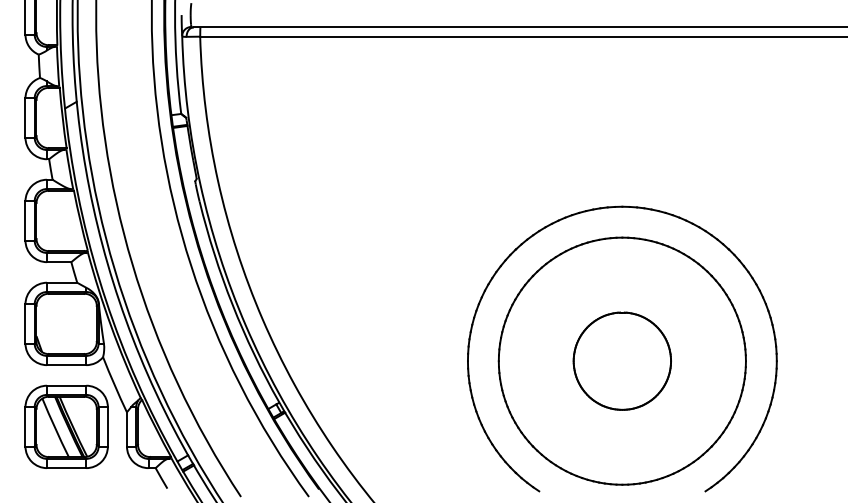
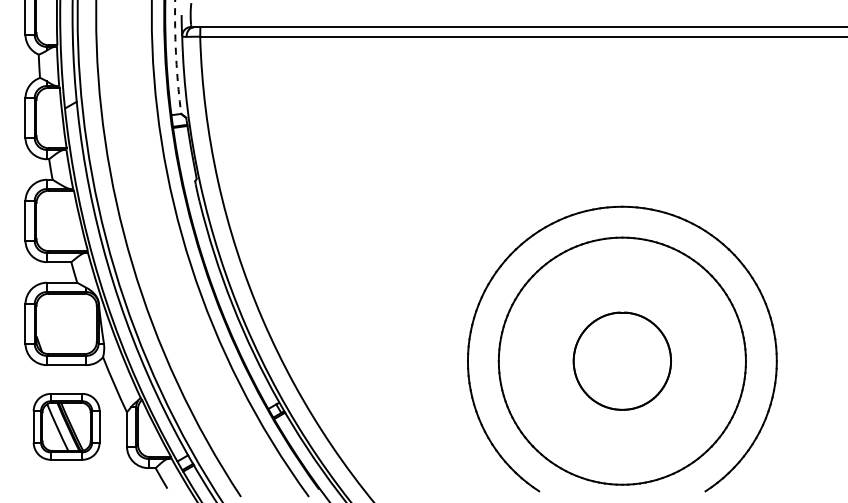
arc at (176, 57): solid -> dashed
part at (66, 426) size: 85x85 px -> 69x68 px
